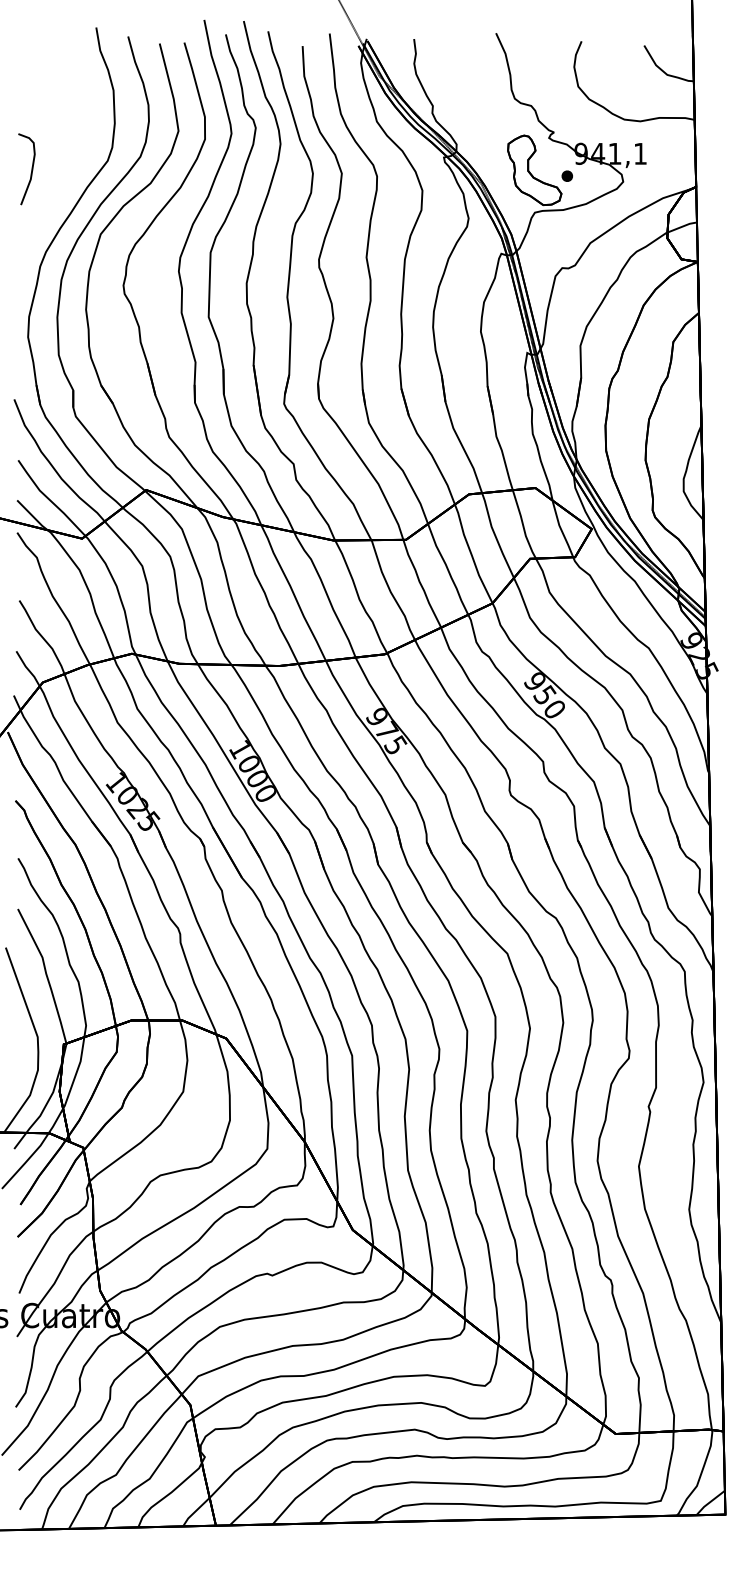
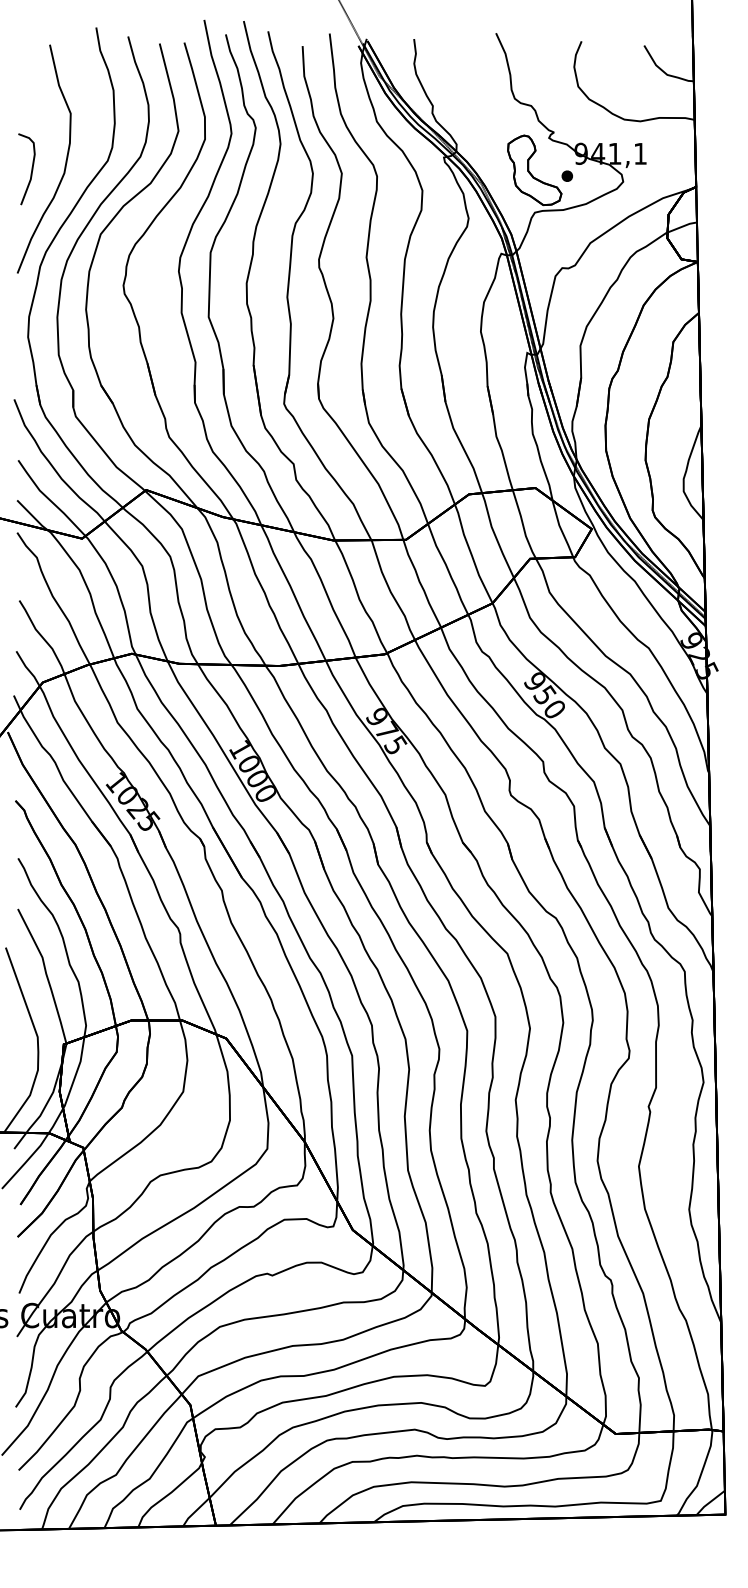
part at (65, 160): none -> present
